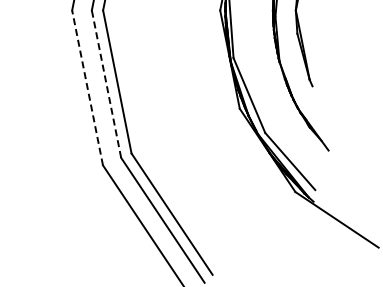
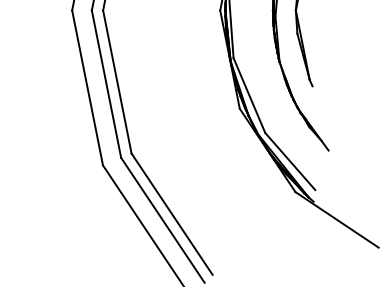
line at (106, 83): dashed -> solid
line at (87, 87): dashed -> solid
